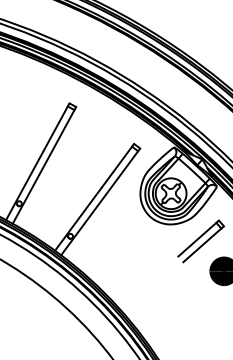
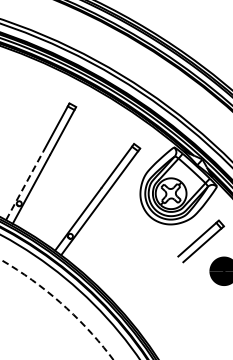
line at (24, 186): solid -> dashed
arc at (60, 303): solid -> dashed
